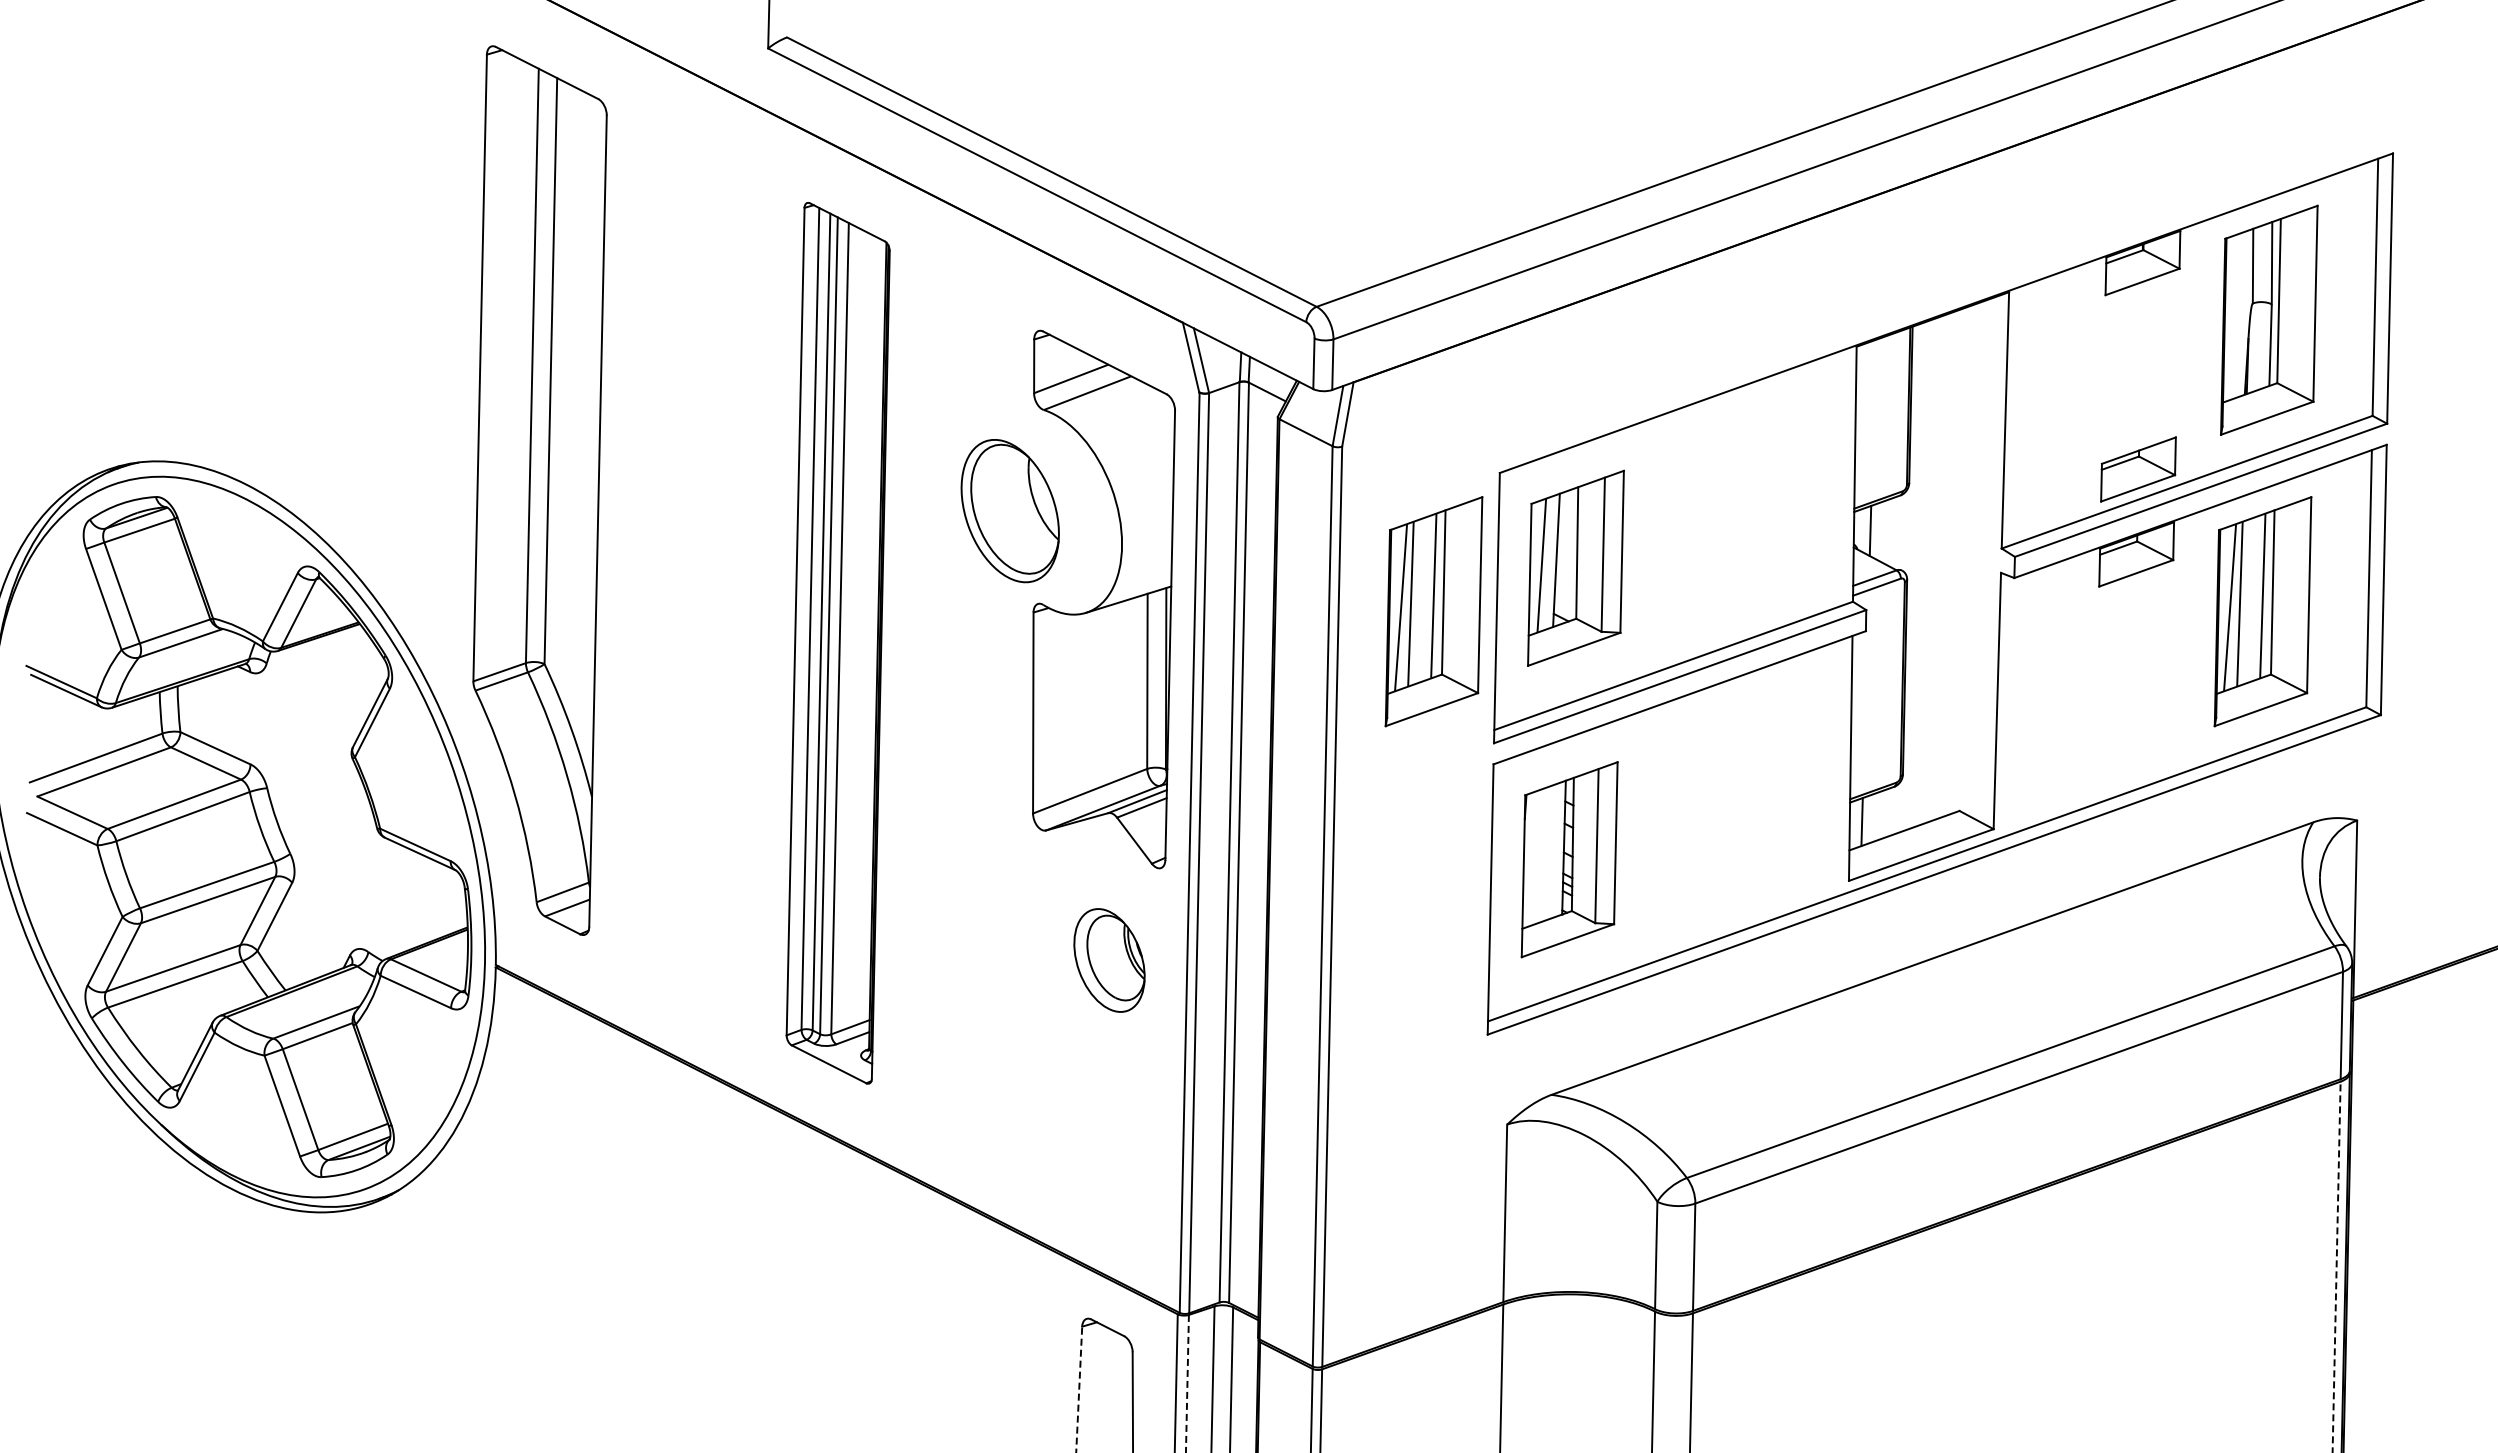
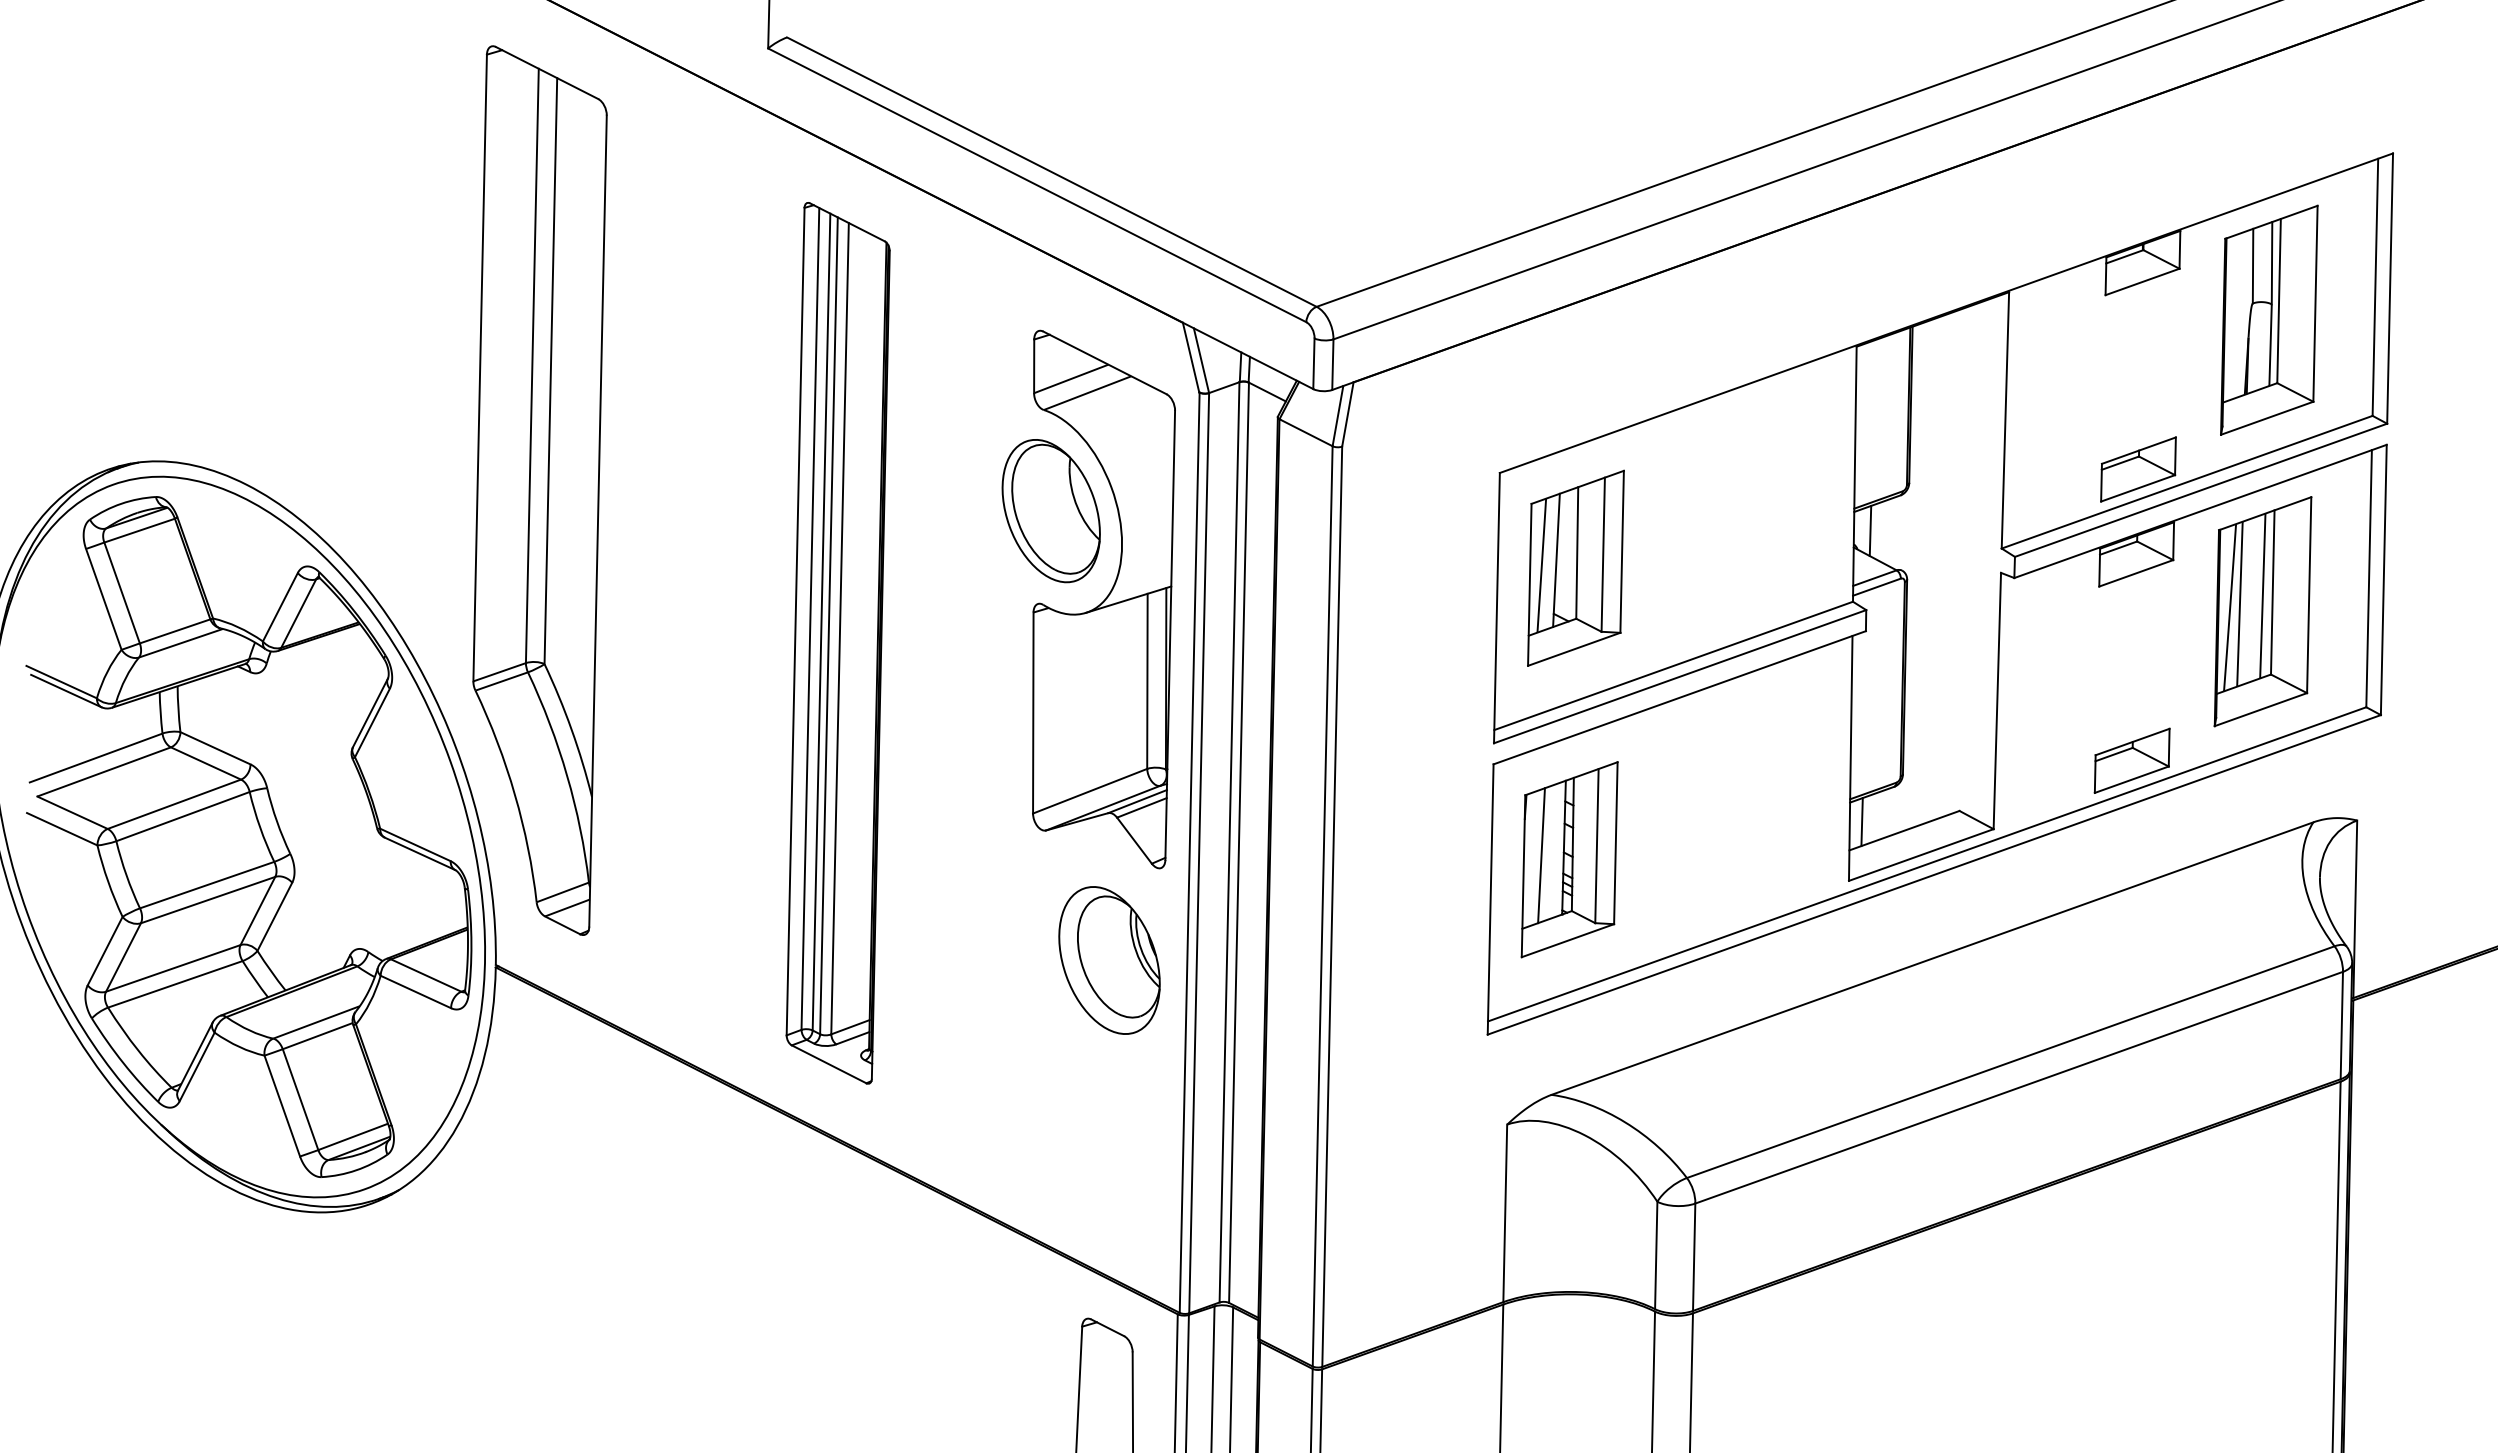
part at (1009, 511) position: (1009, 511) -> (1050, 511)
part at (1433, 611): present -> none
part at (2131, 760): none -> present
line at (1541, 855): none -> present
part at (1109, 960) size: 73x105 px -> 103x149 px
line at (2336, 1266): dashed -> solid
line at (1187, 1383): dashed -> solid
line at (1079, 1389): dashed -> solid
